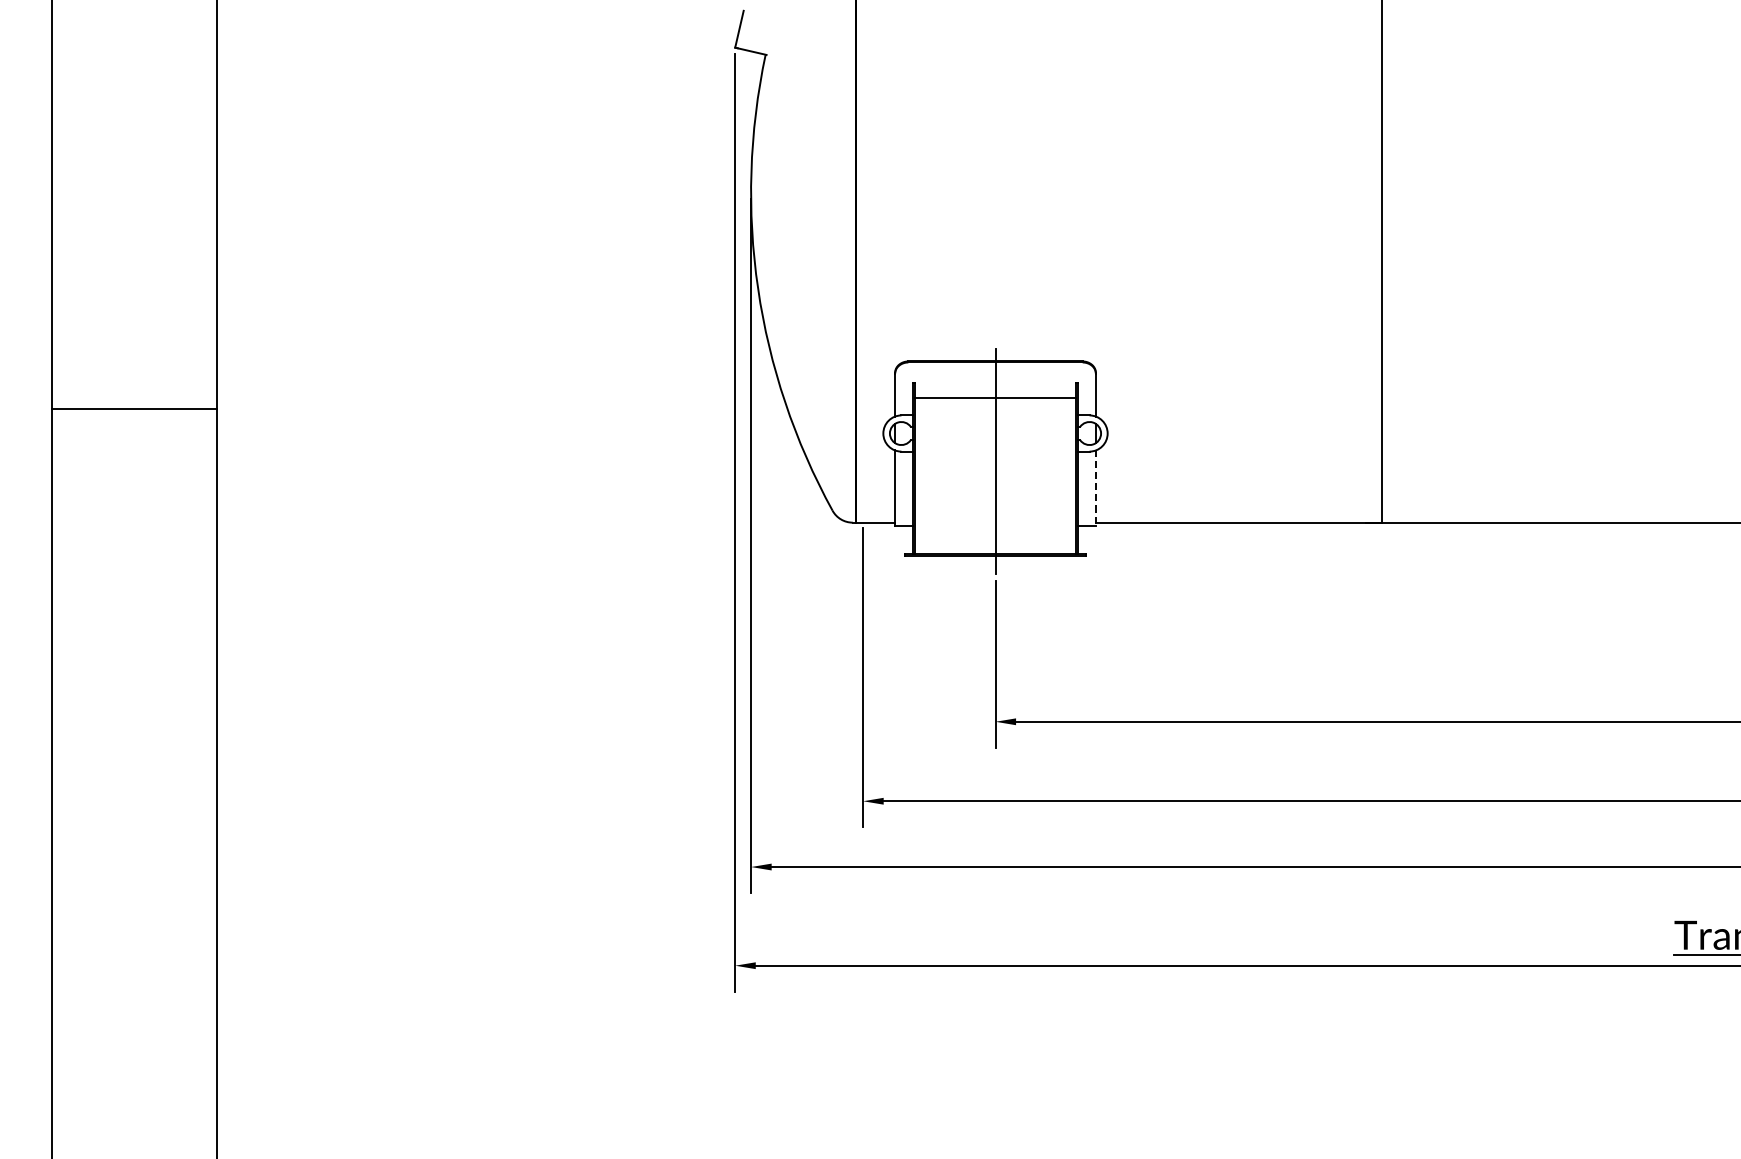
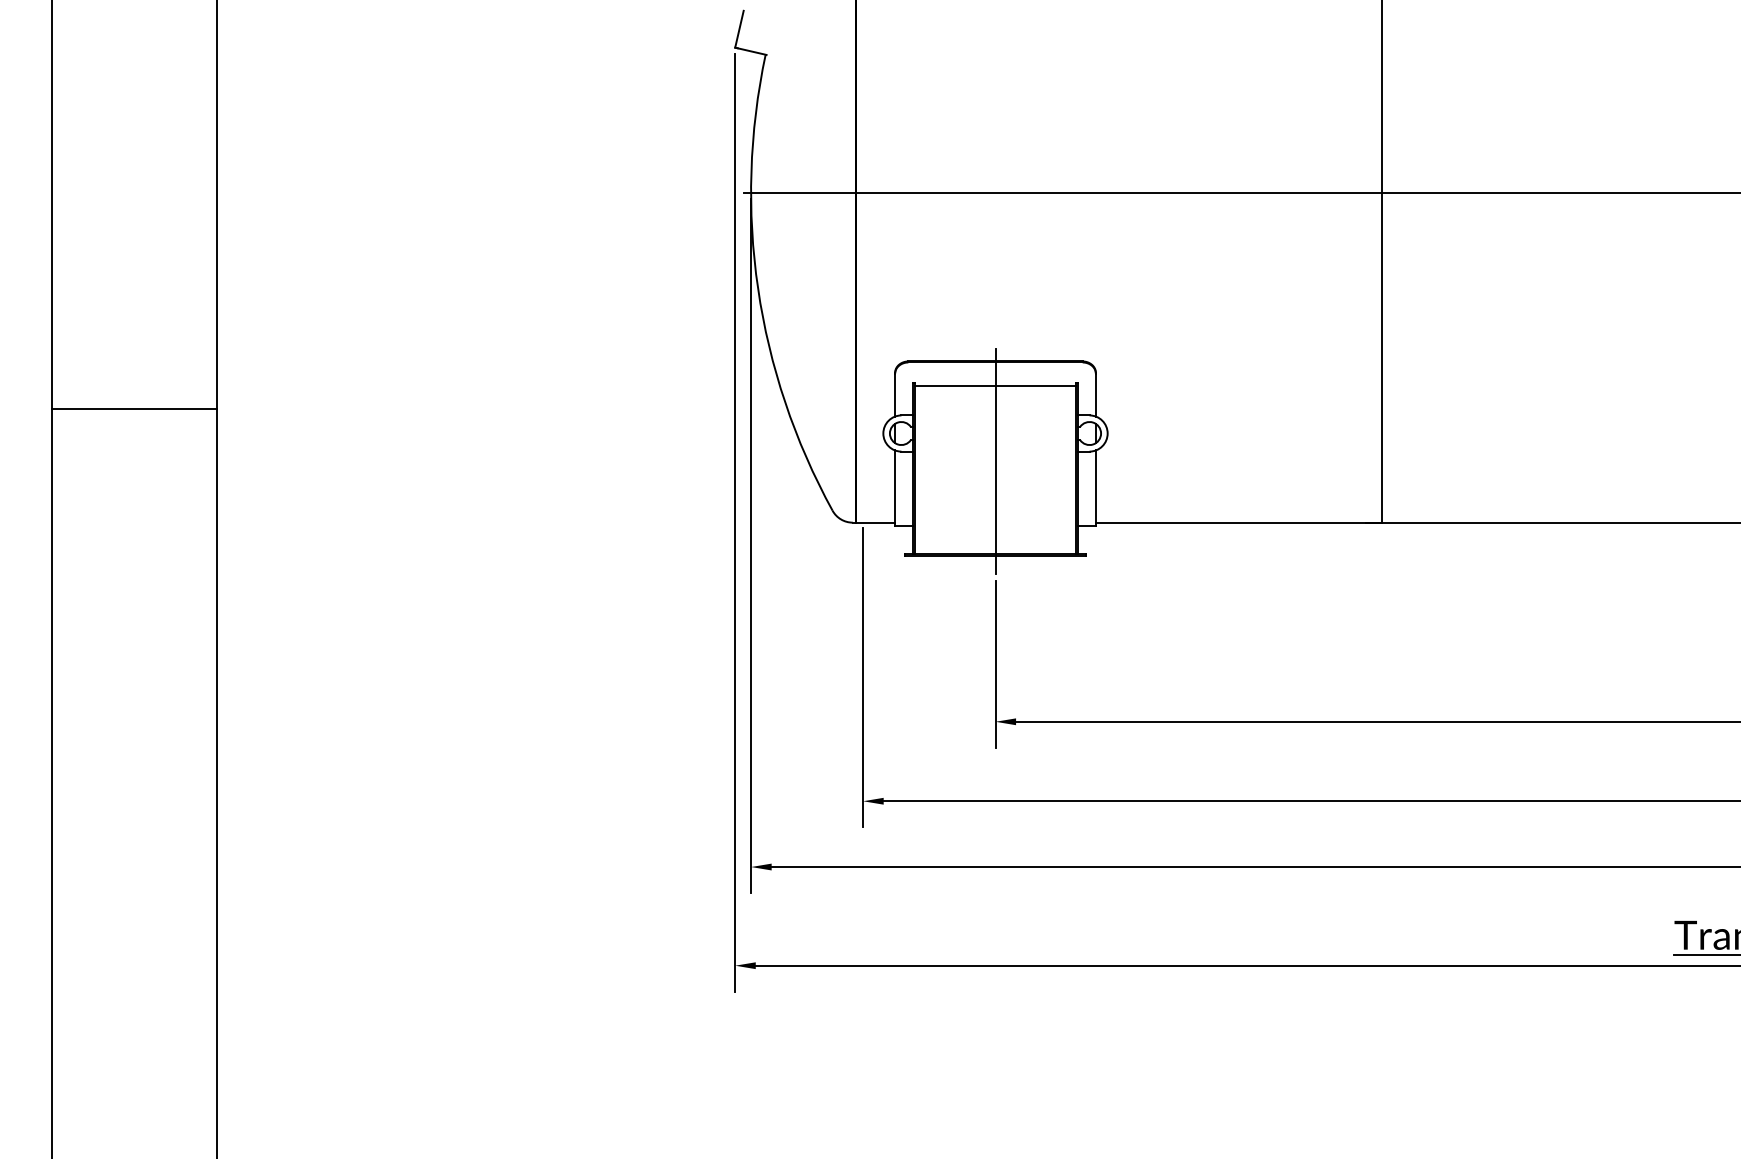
line at (1240, 193): none -> present
line at (995, 397) position: (995, 397) -> (995, 385)
line at (1095, 488): dashed -> solid
